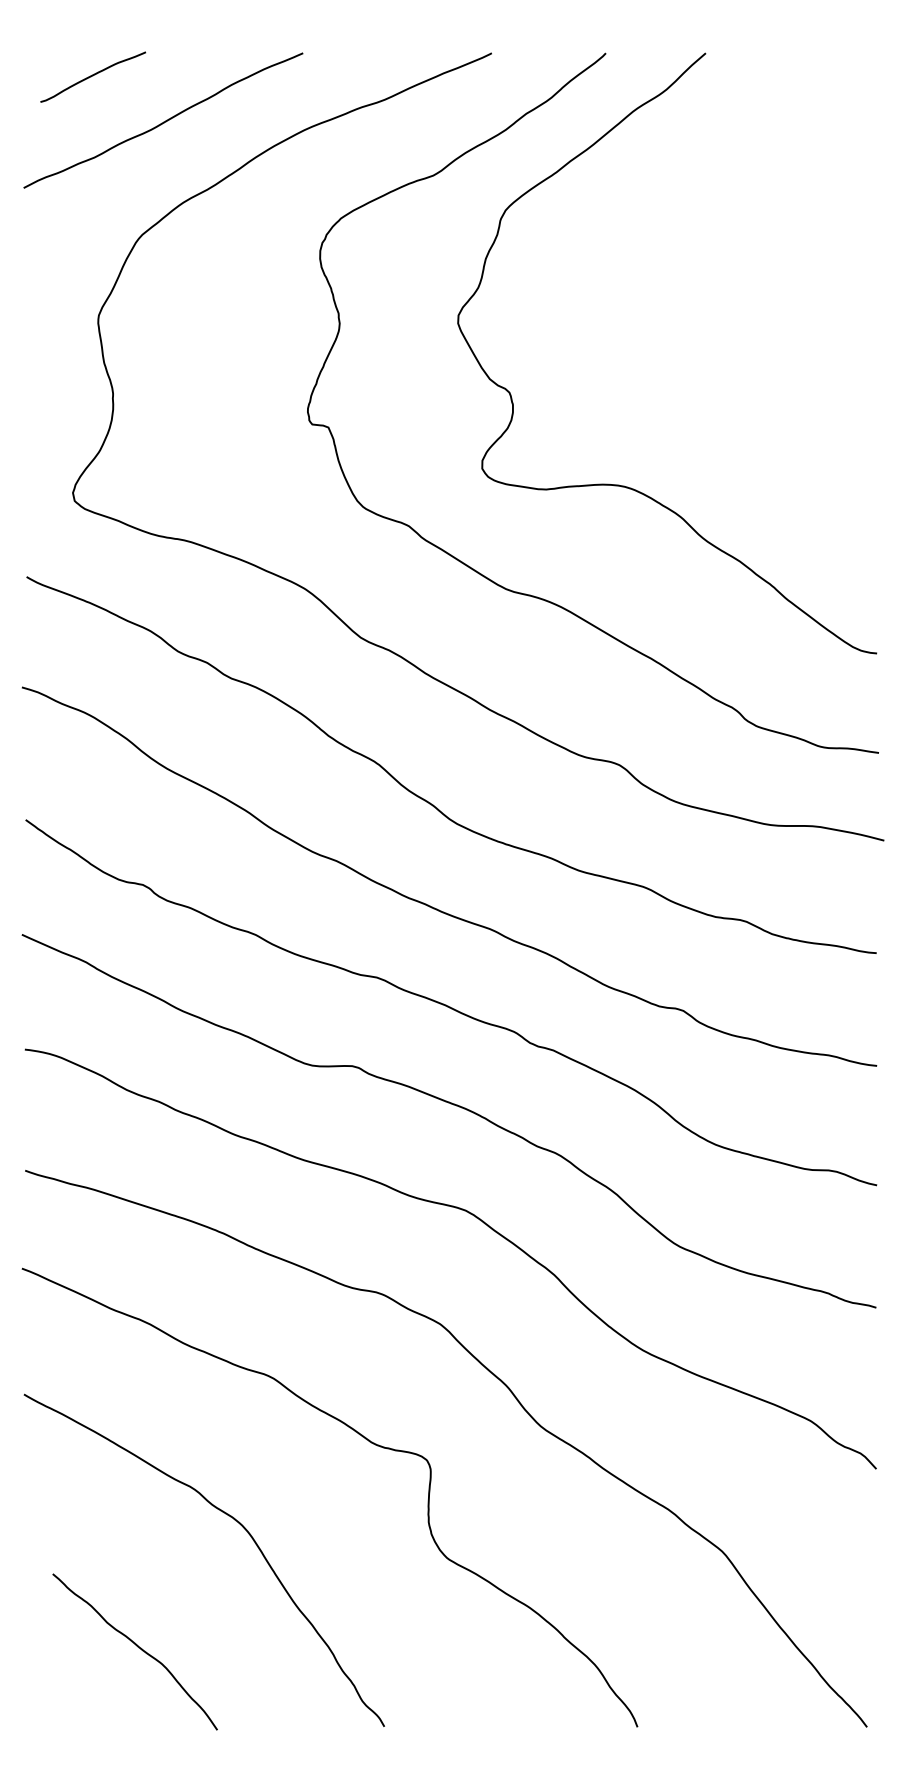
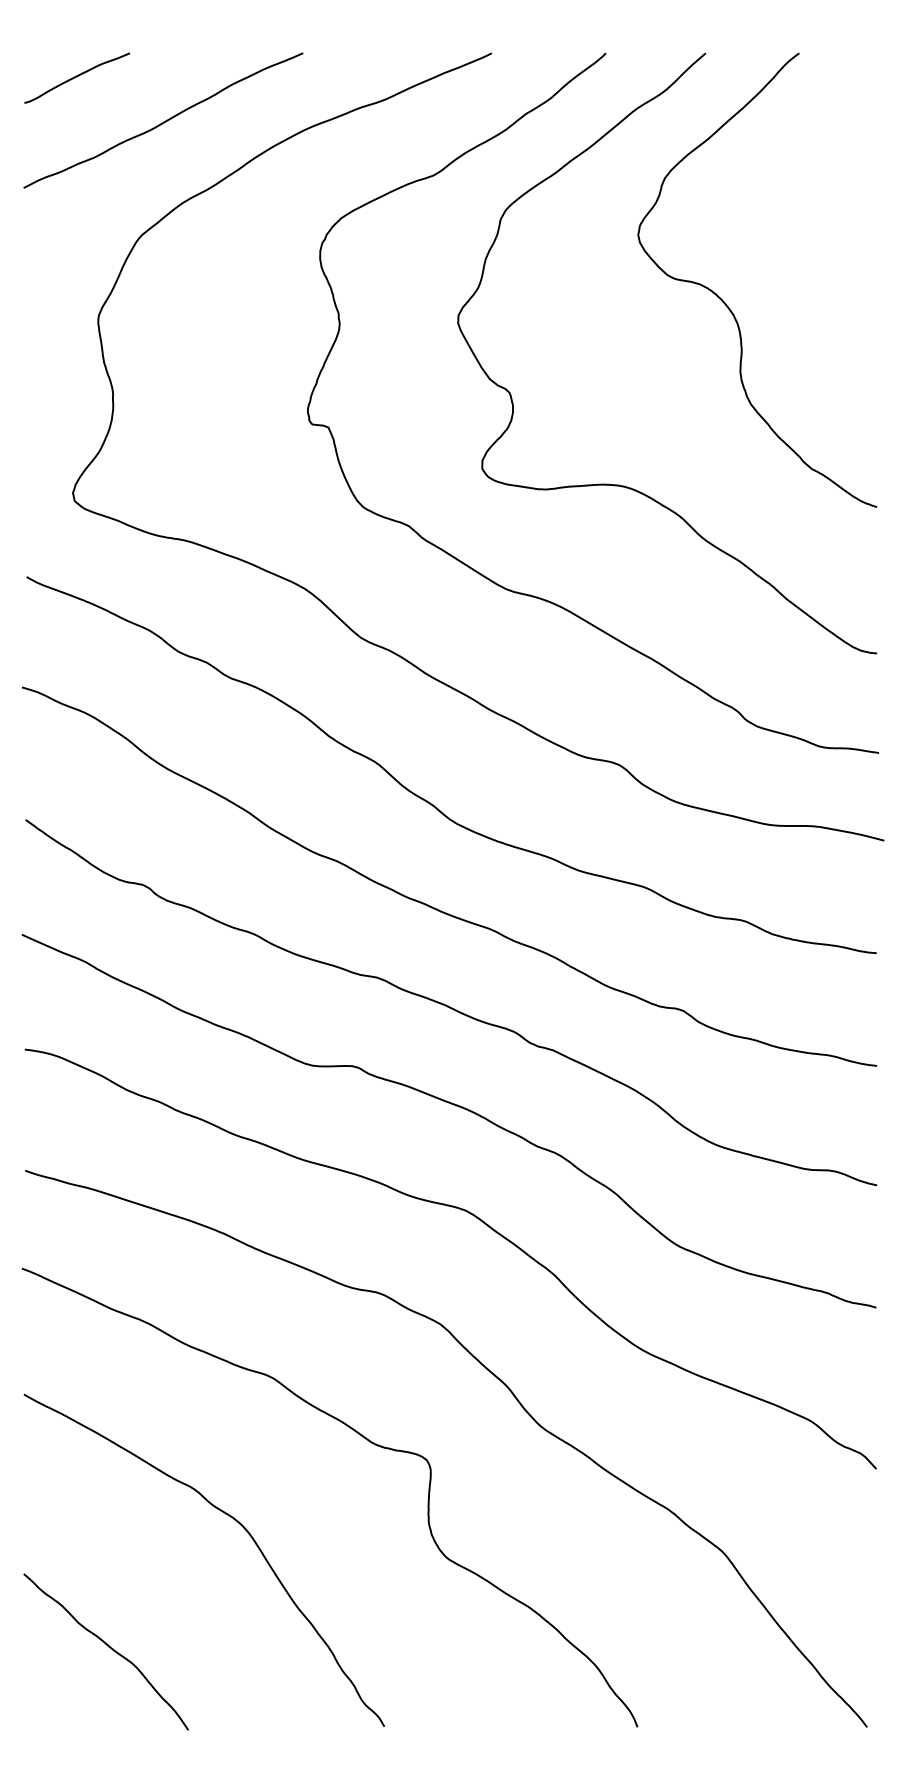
curve at (93, 76) position: (93, 76) -> (77, 77)
curve at (726, 303): none -> present
curve at (137, 1647) position: (137, 1647) -> (108, 1647)
